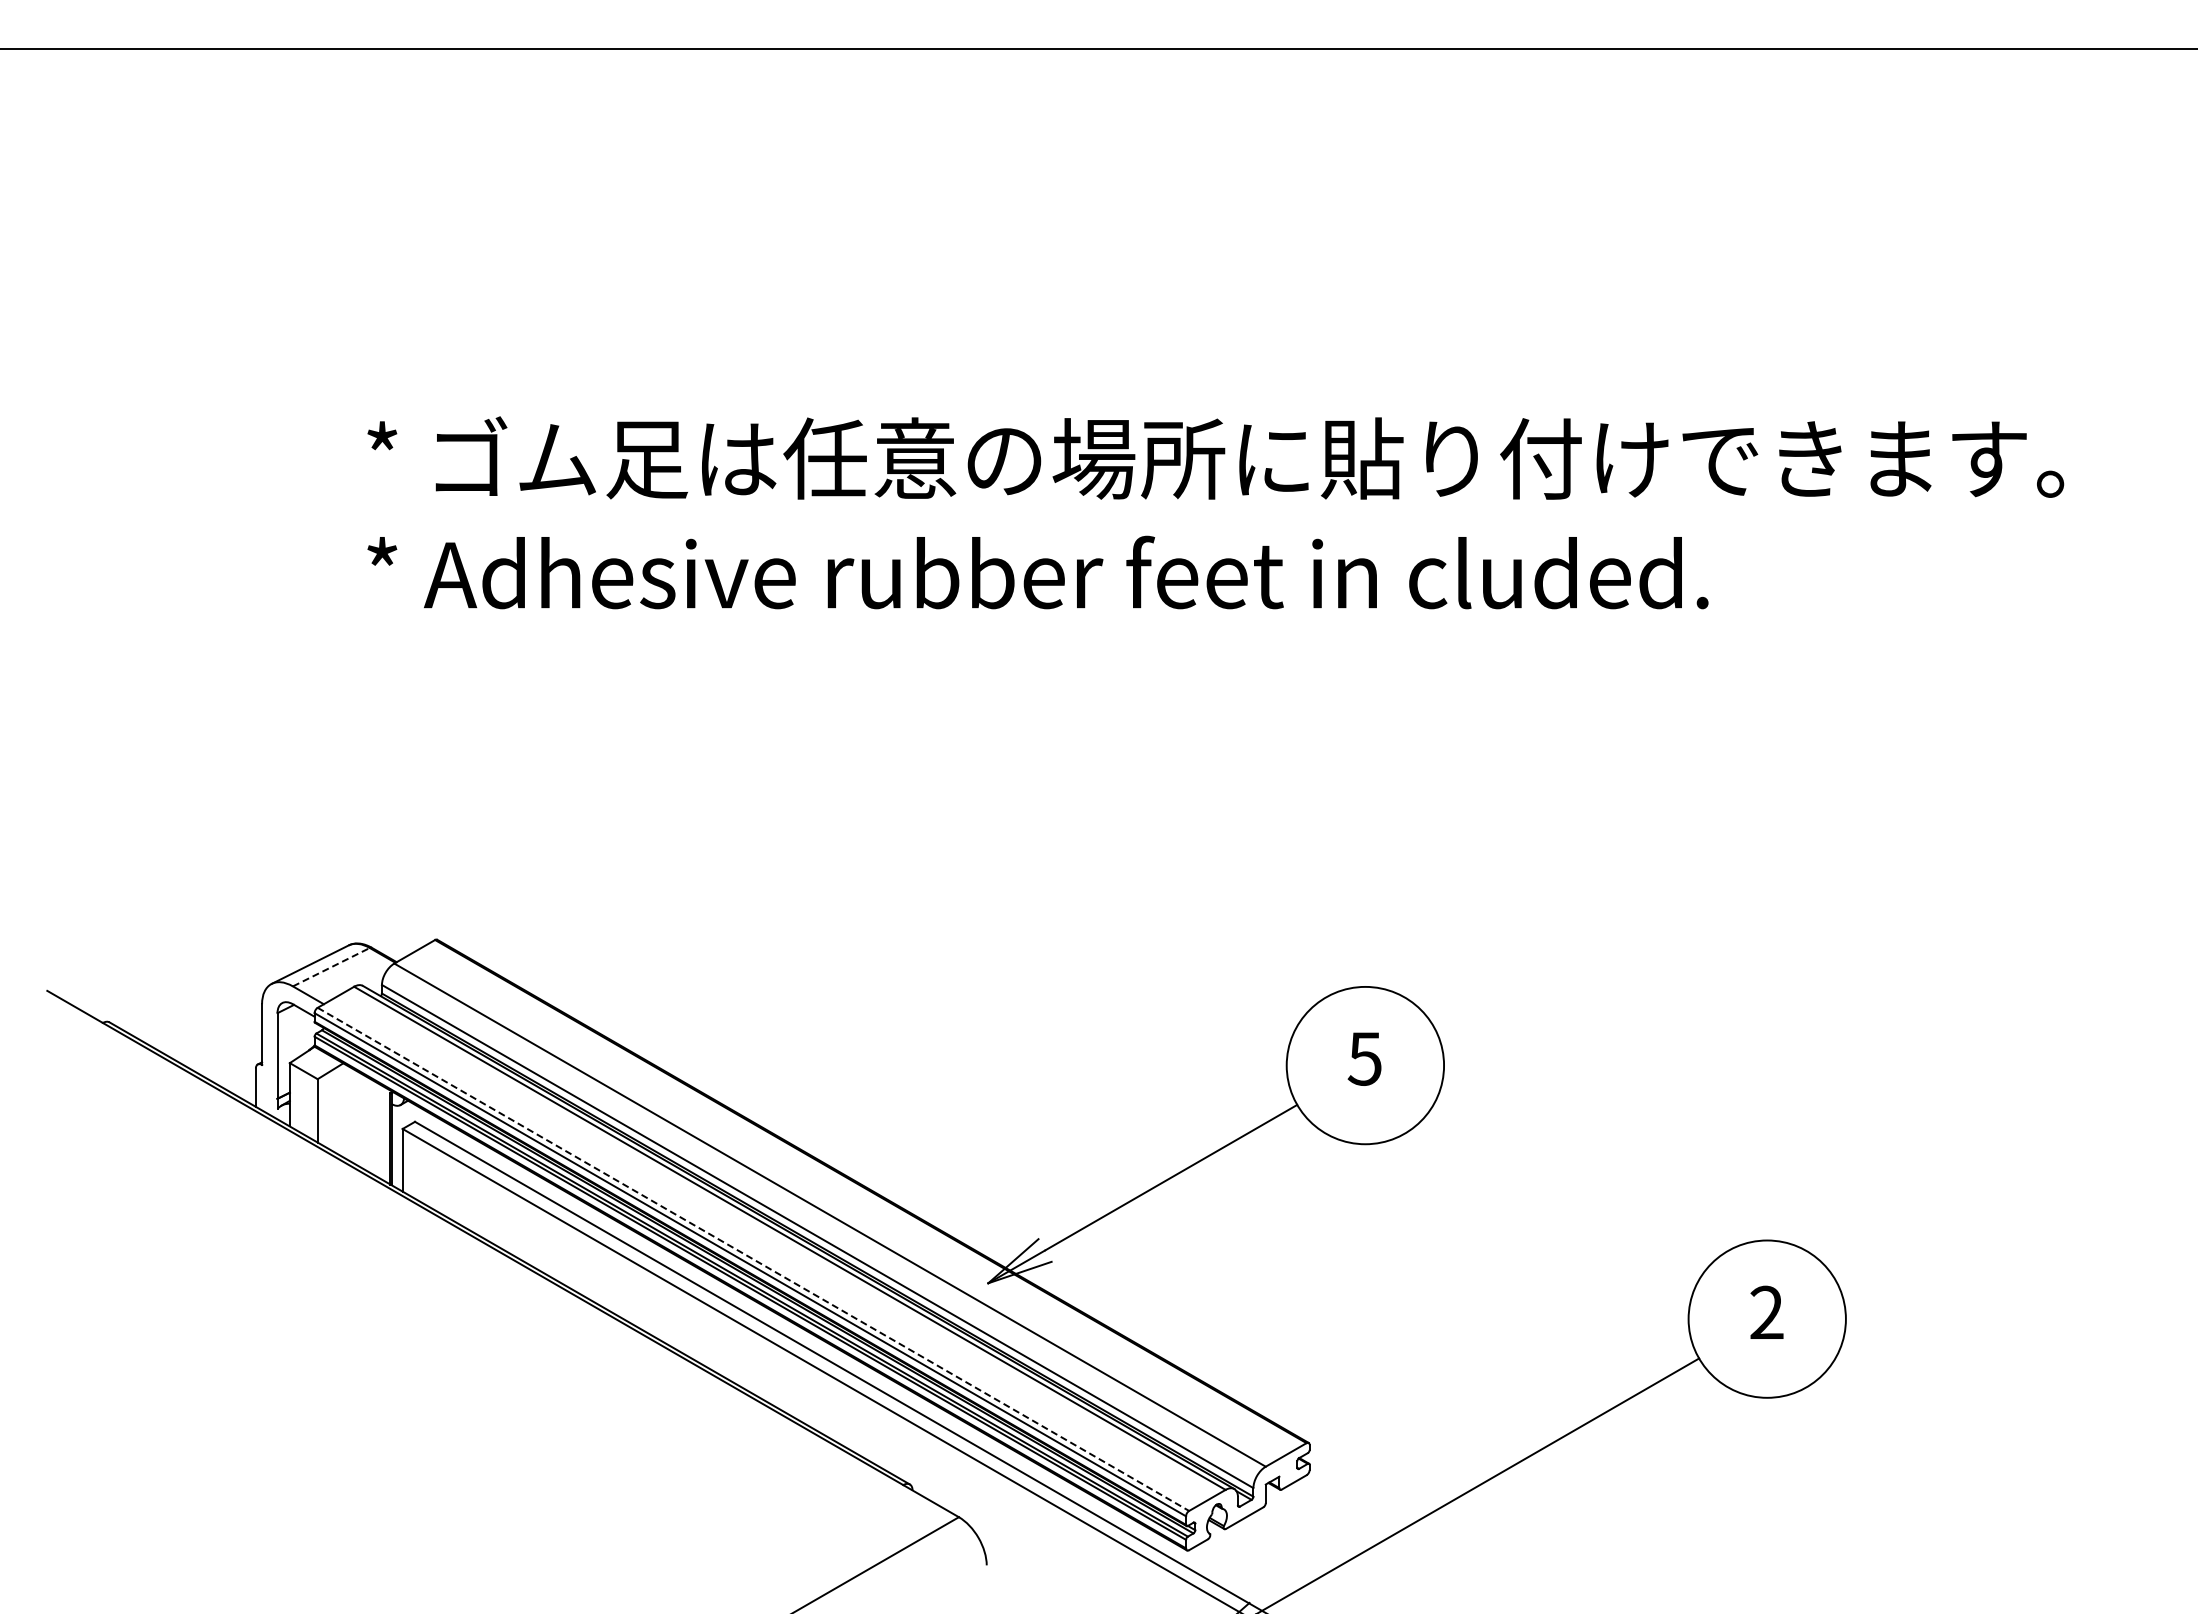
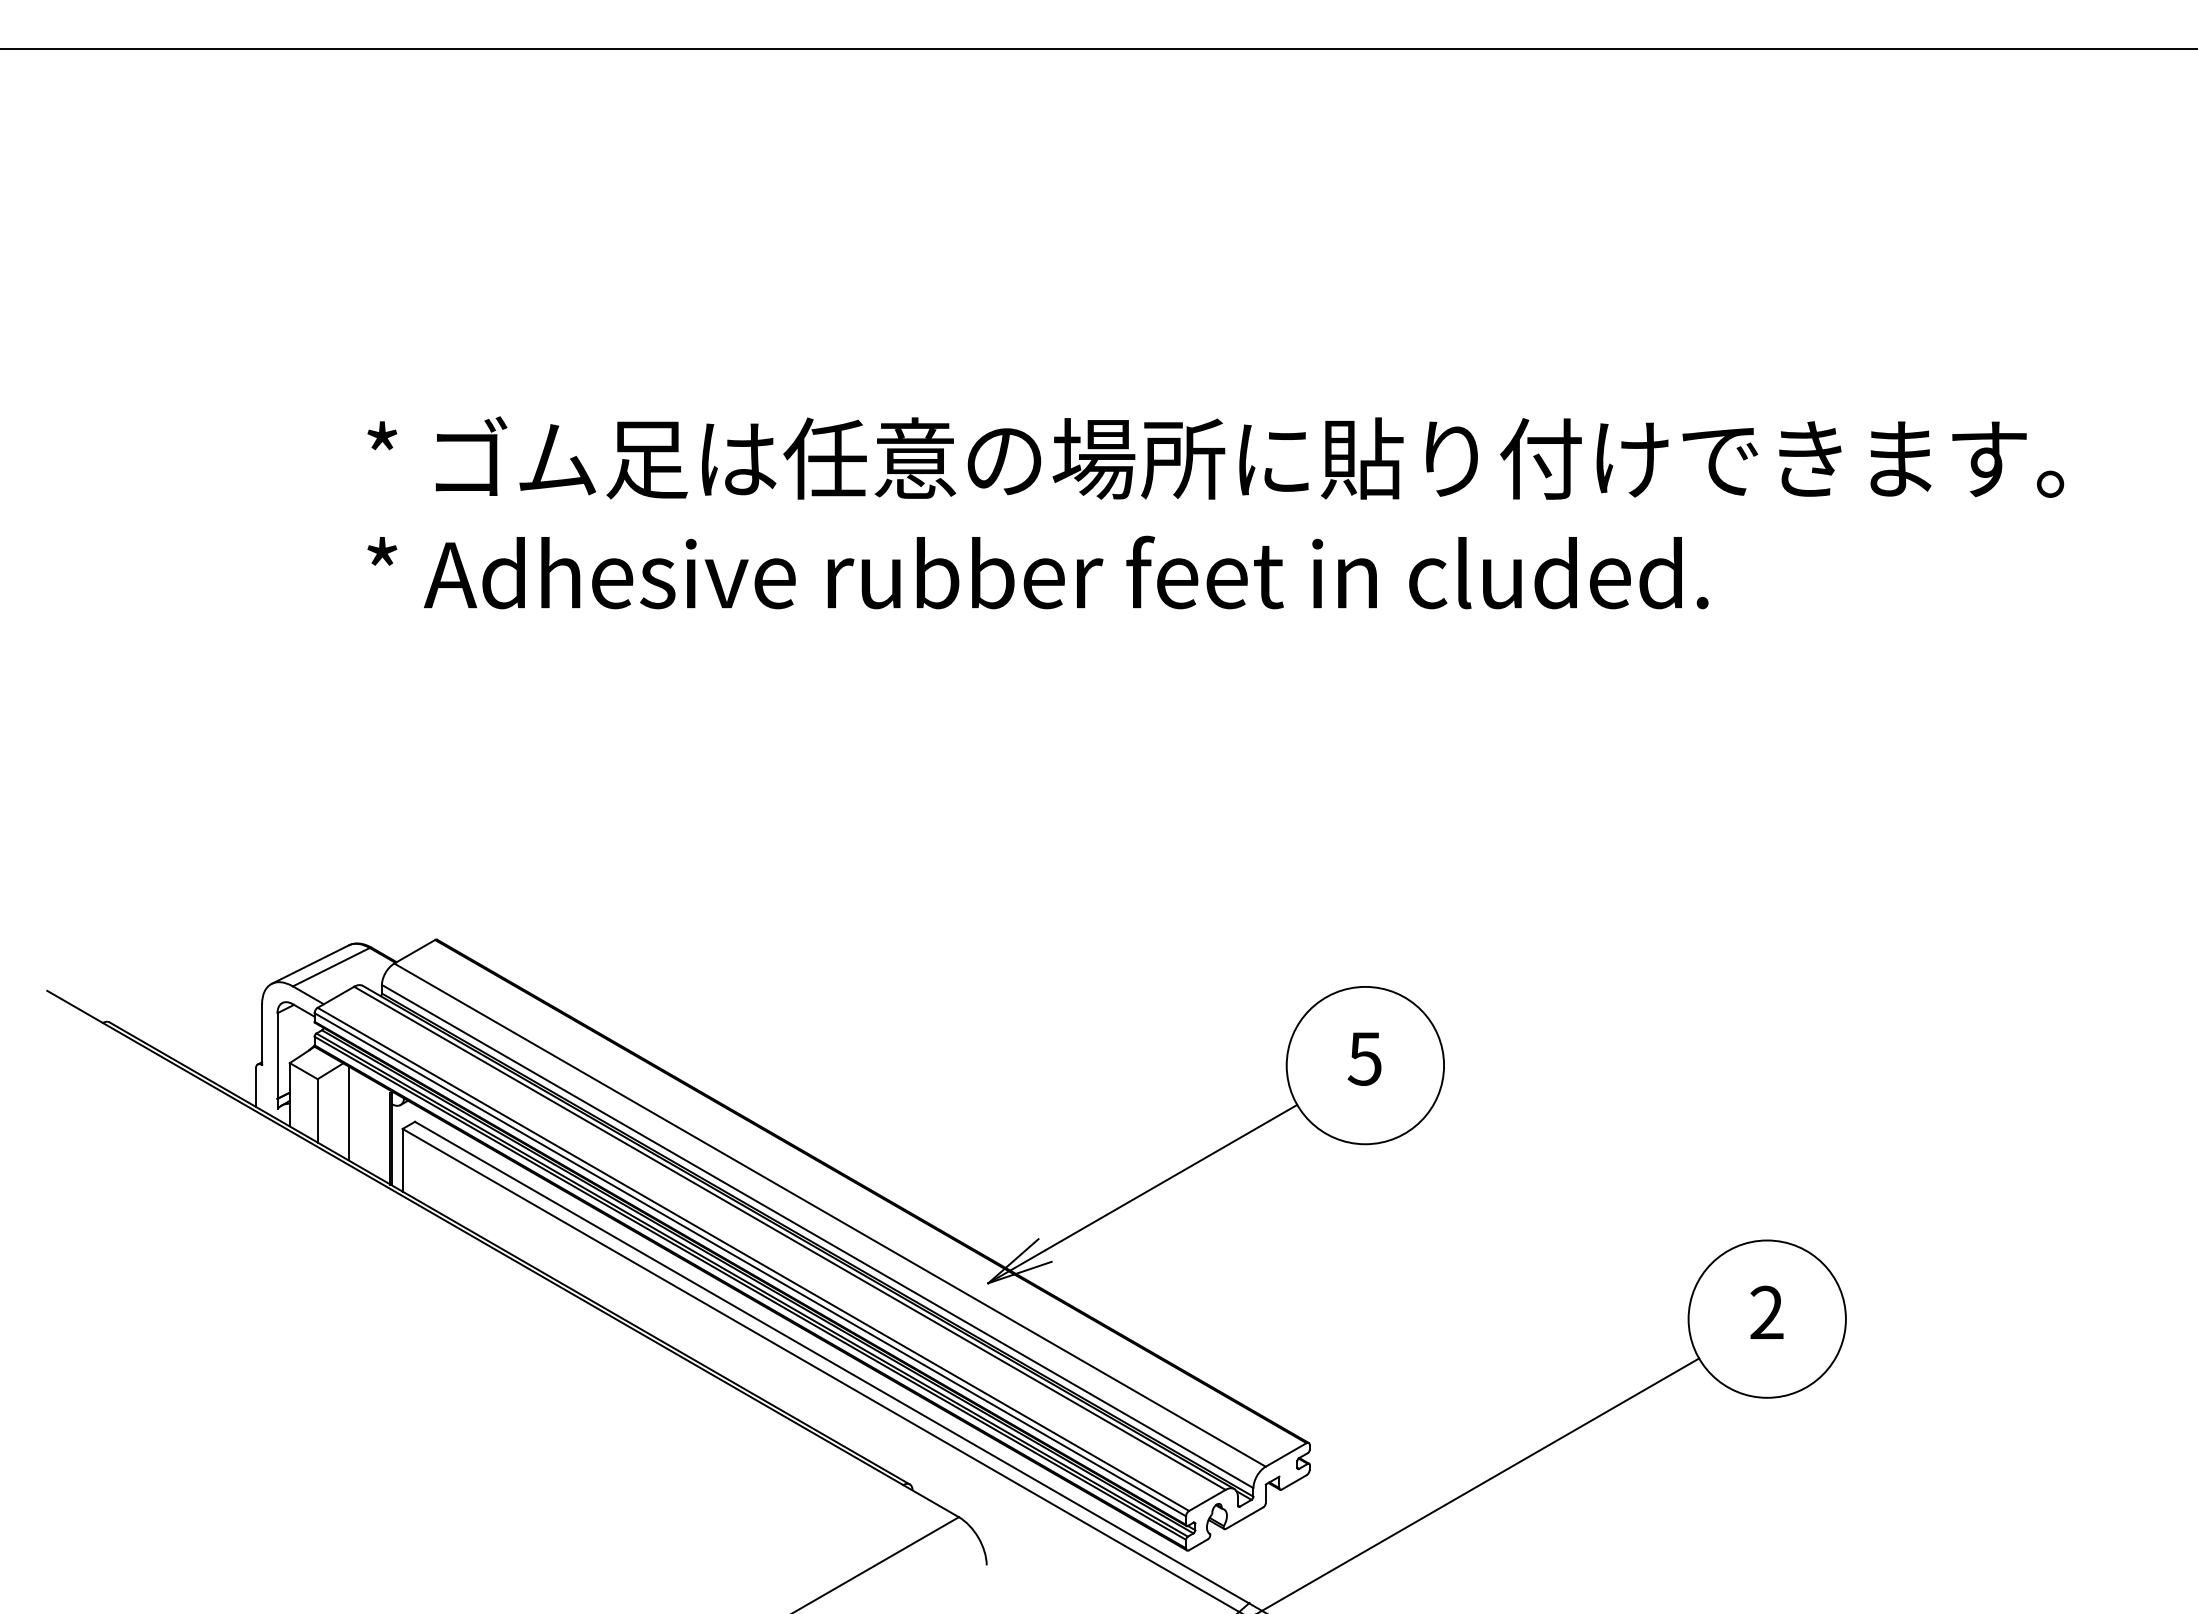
line at (331, 967): dashed -> solid
line at (348, 1113): none -> present
line at (753, 1259): dashed -> solid
